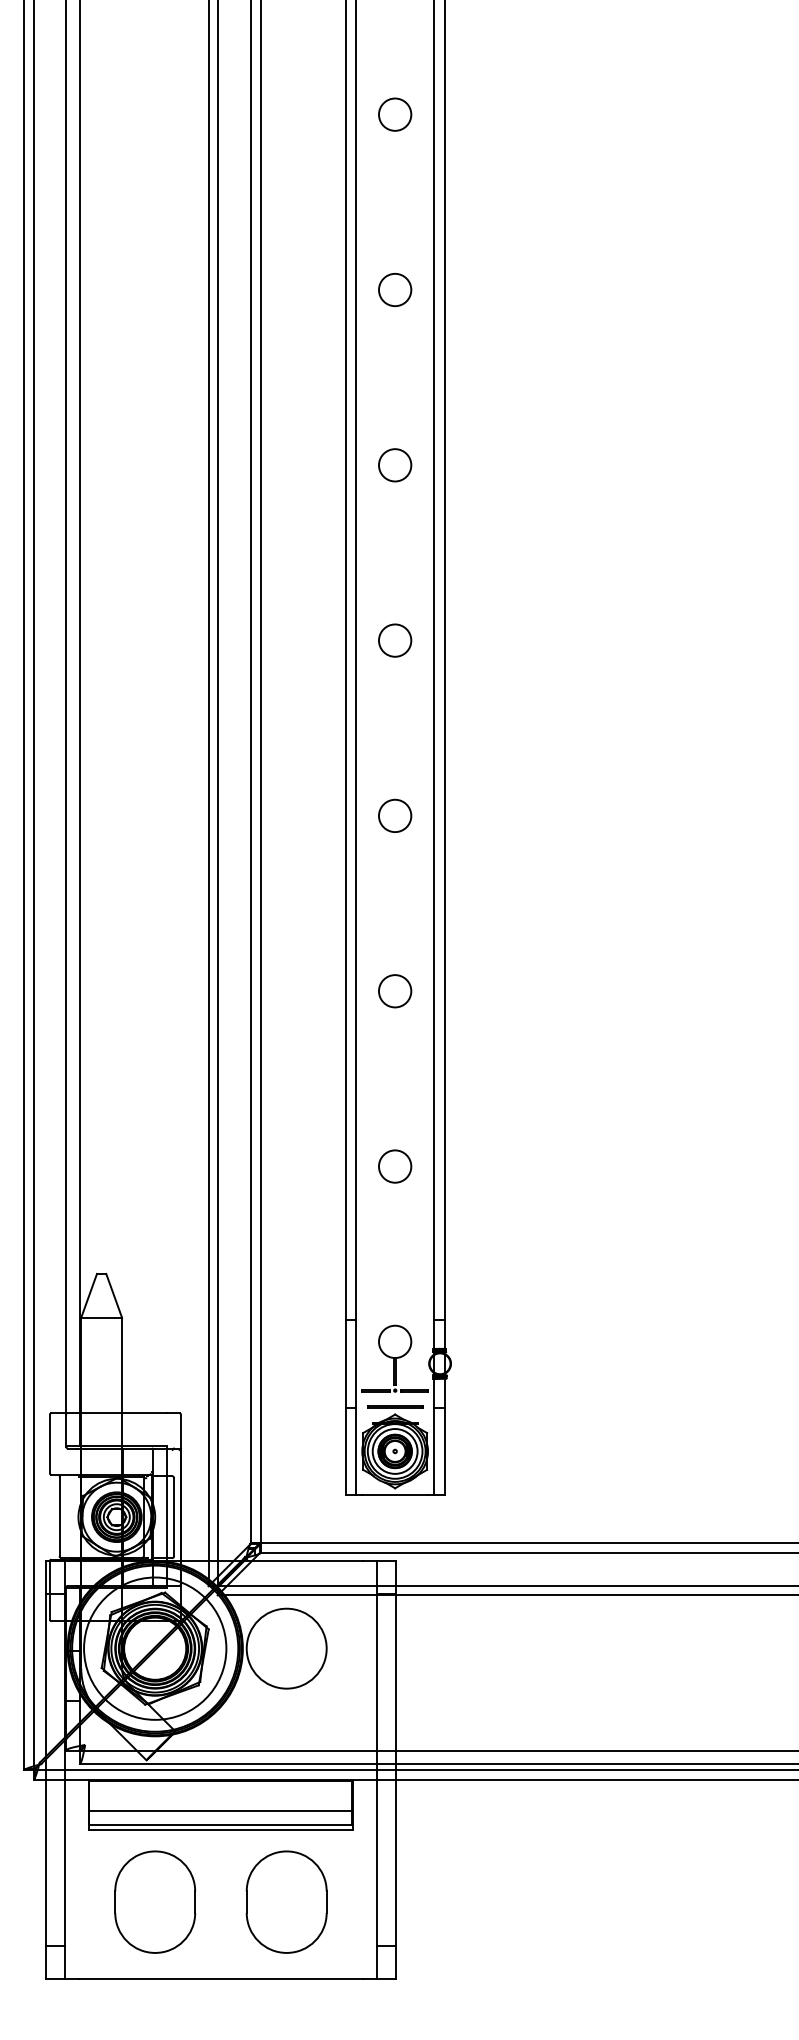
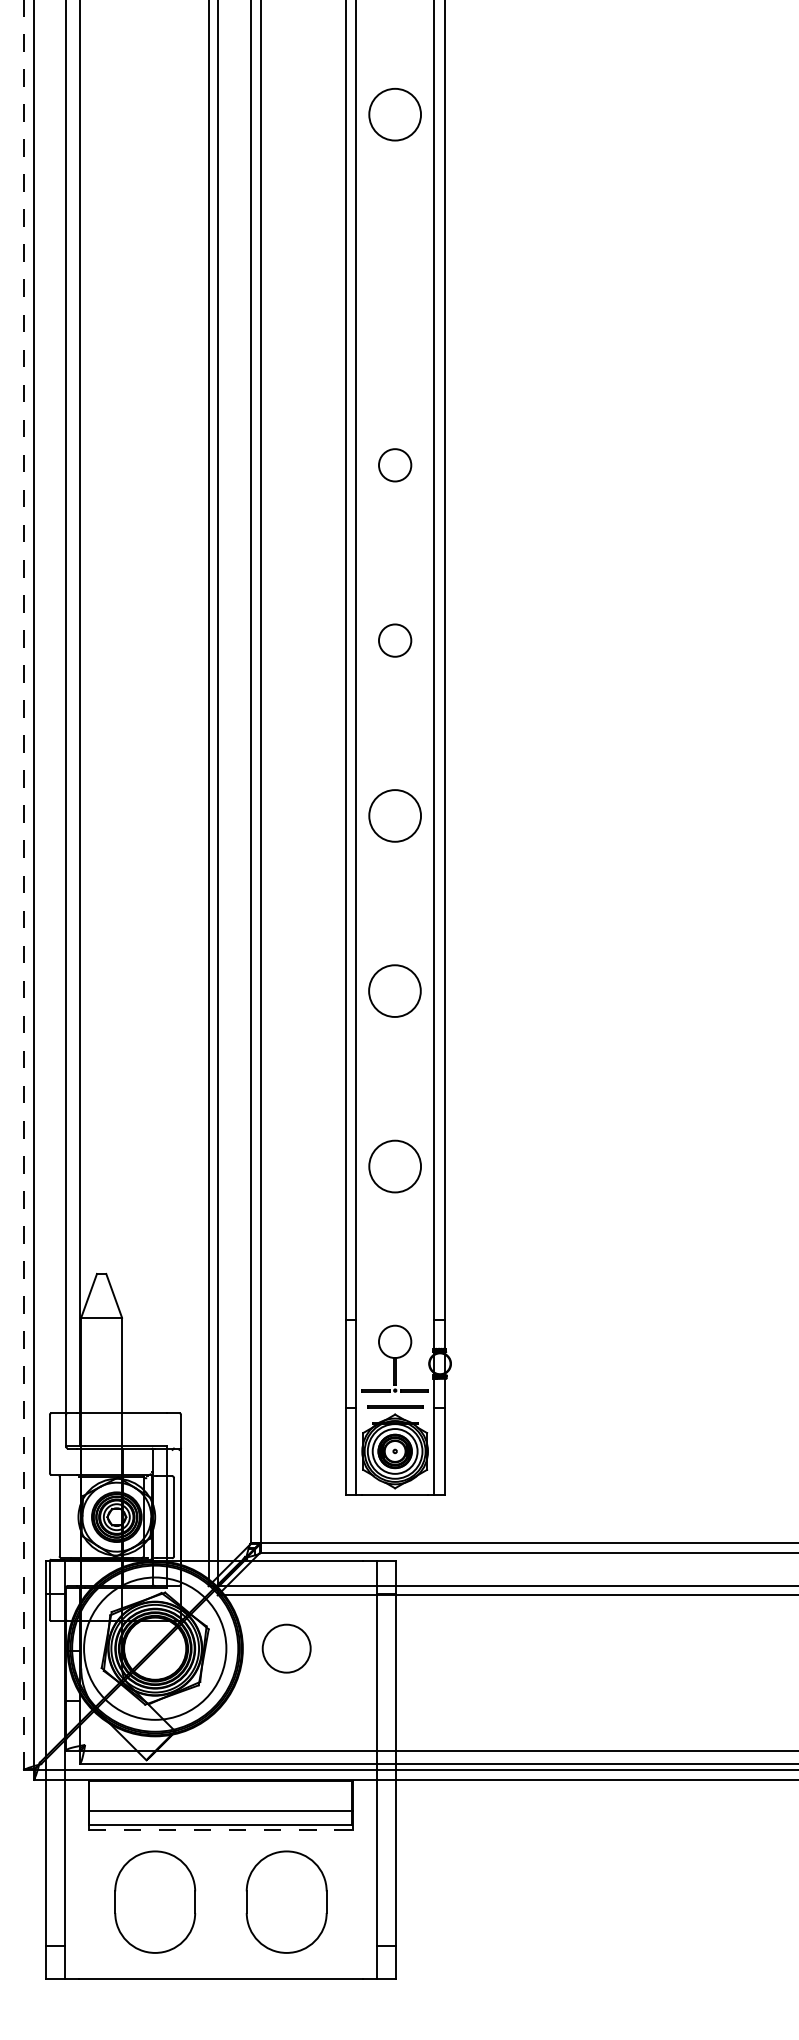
circle at (395, 114) diameter: 32 px -> 52 px
circle at (395, 289): present -> none
circle at (395, 815) diameter: 32 px -> 52 px
line at (23, 885): solid -> dashed
circle at (395, 991) size: 35x35 px -> 54x54 px
circle at (395, 1166) diameter: 32 px -> 52 px
circle at (286, 1648) diameter: 80 px -> 48 px
line at (221, 1829): solid -> dashed
